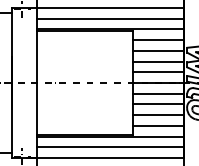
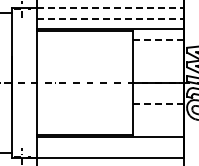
line at (110, 7): solid -> dashed
line at (110, 18): solid -> dashed
line at (159, 40): solid -> dashed
line at (158, 50): present -> none
line at (158, 61): present -> none
line at (158, 72): present -> none
line at (158, 93): present -> none
line at (159, 104): solid -> dashed
line at (158, 115): present -> none
line at (158, 125): present -> none
line at (110, 147): present -> none
